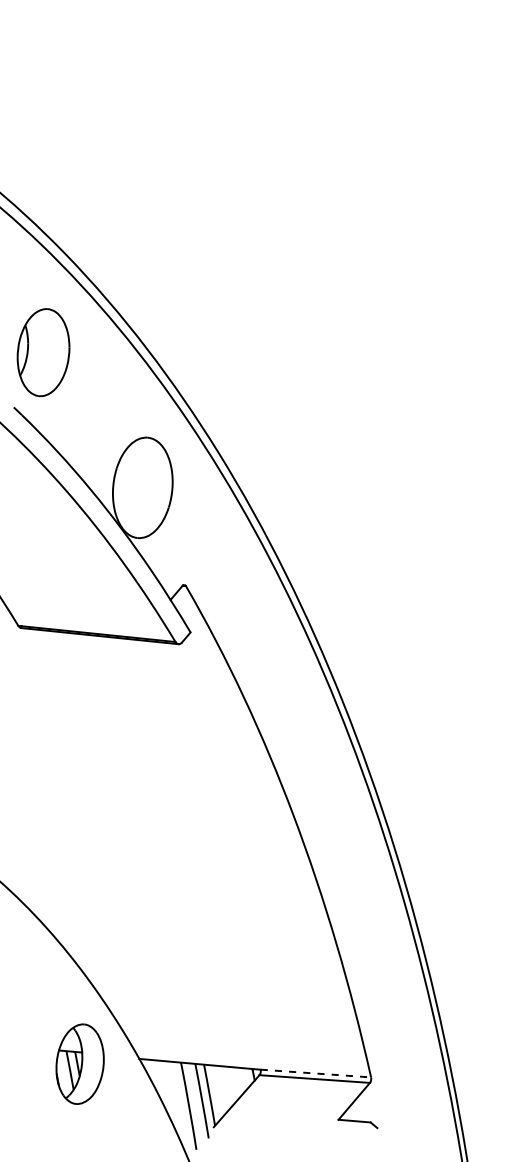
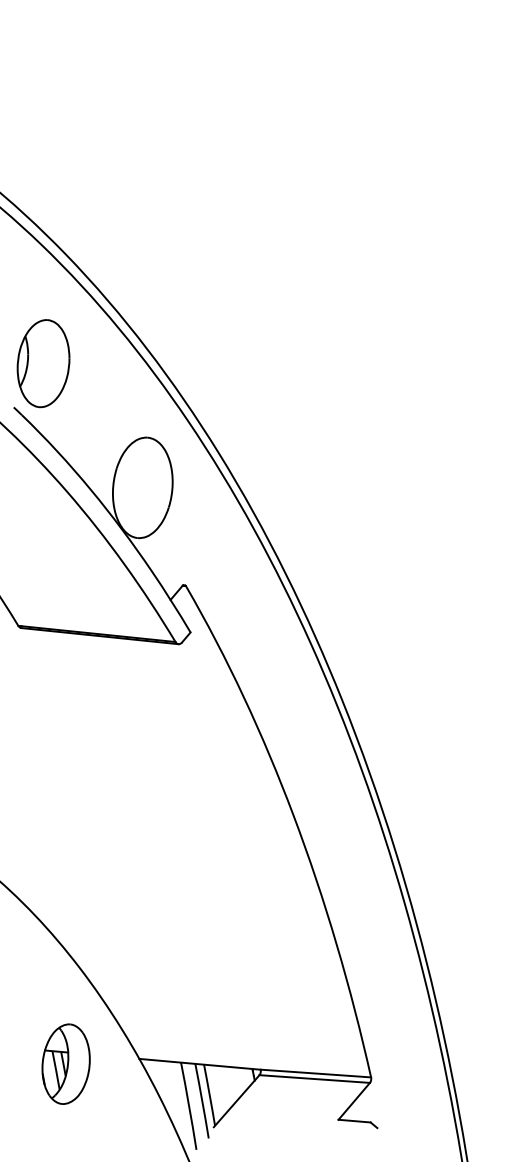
part at (43, 352) position: (43, 352) -> (43, 363)
part at (79, 1063) position: (79, 1063) -> (65, 1063)
line at (316, 1073): dashed -> solid
